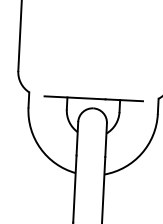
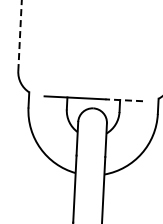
line at (20, 35): solid -> dashed
line at (124, 100): solid -> dashed
